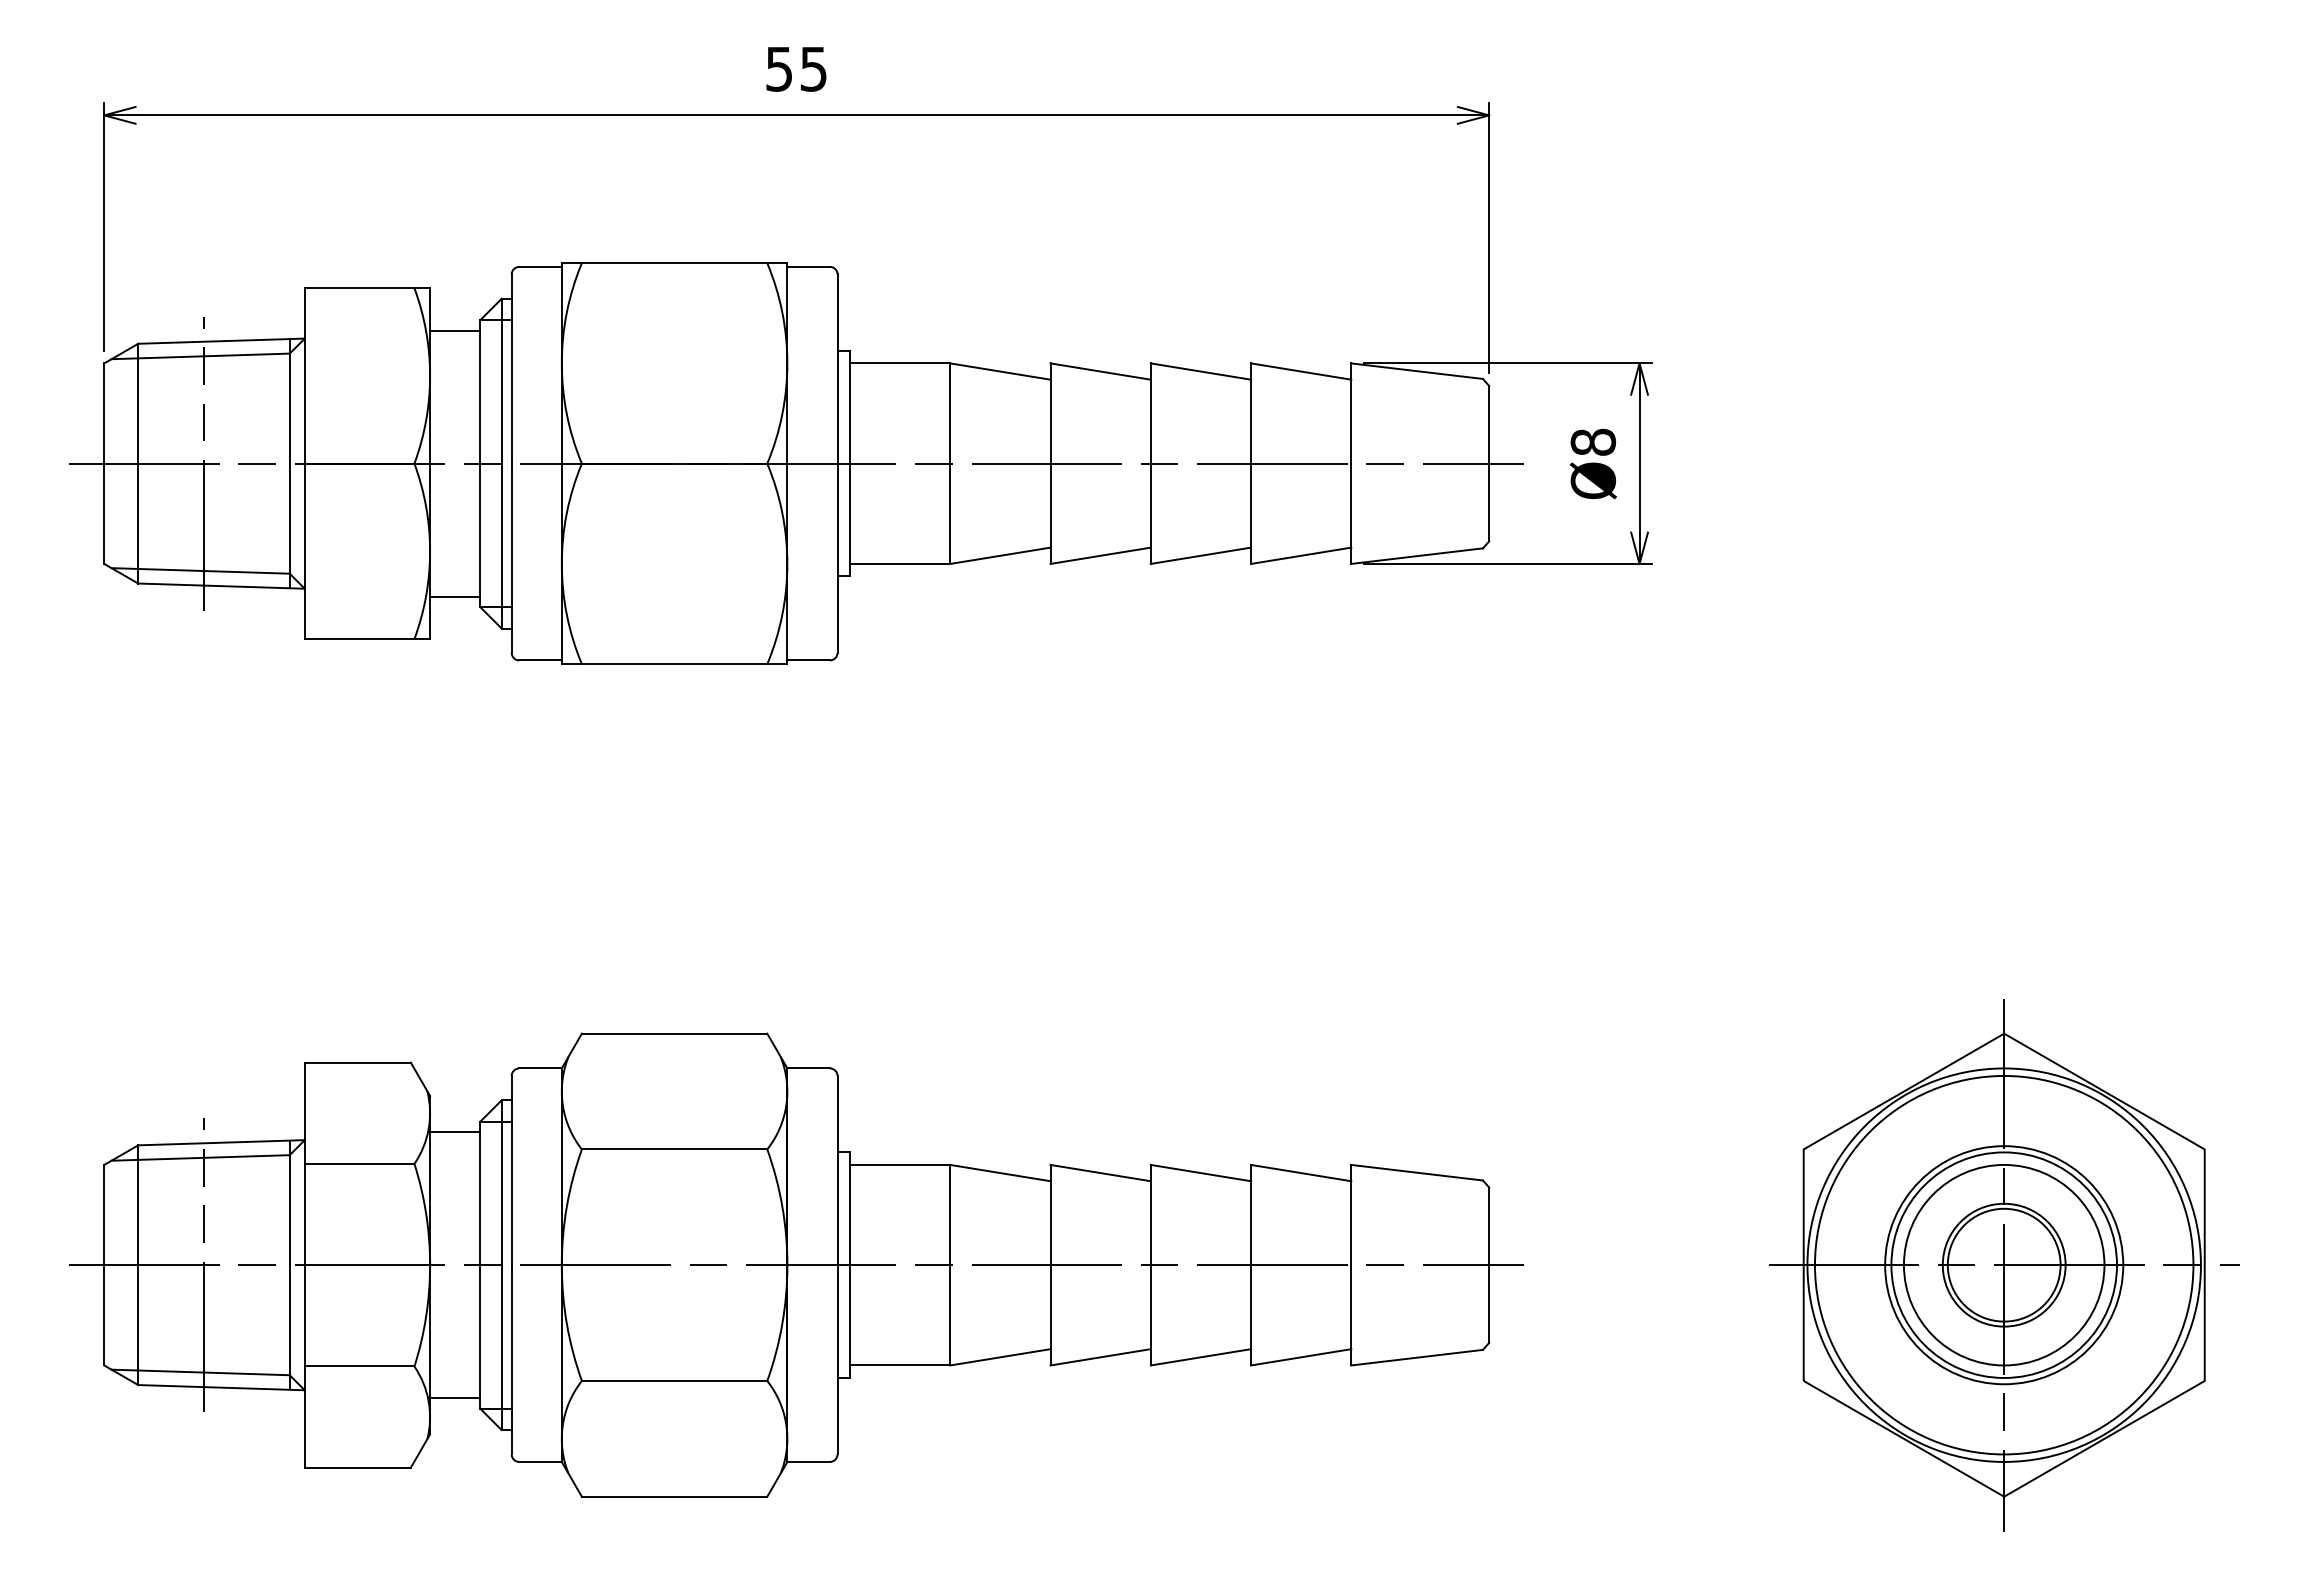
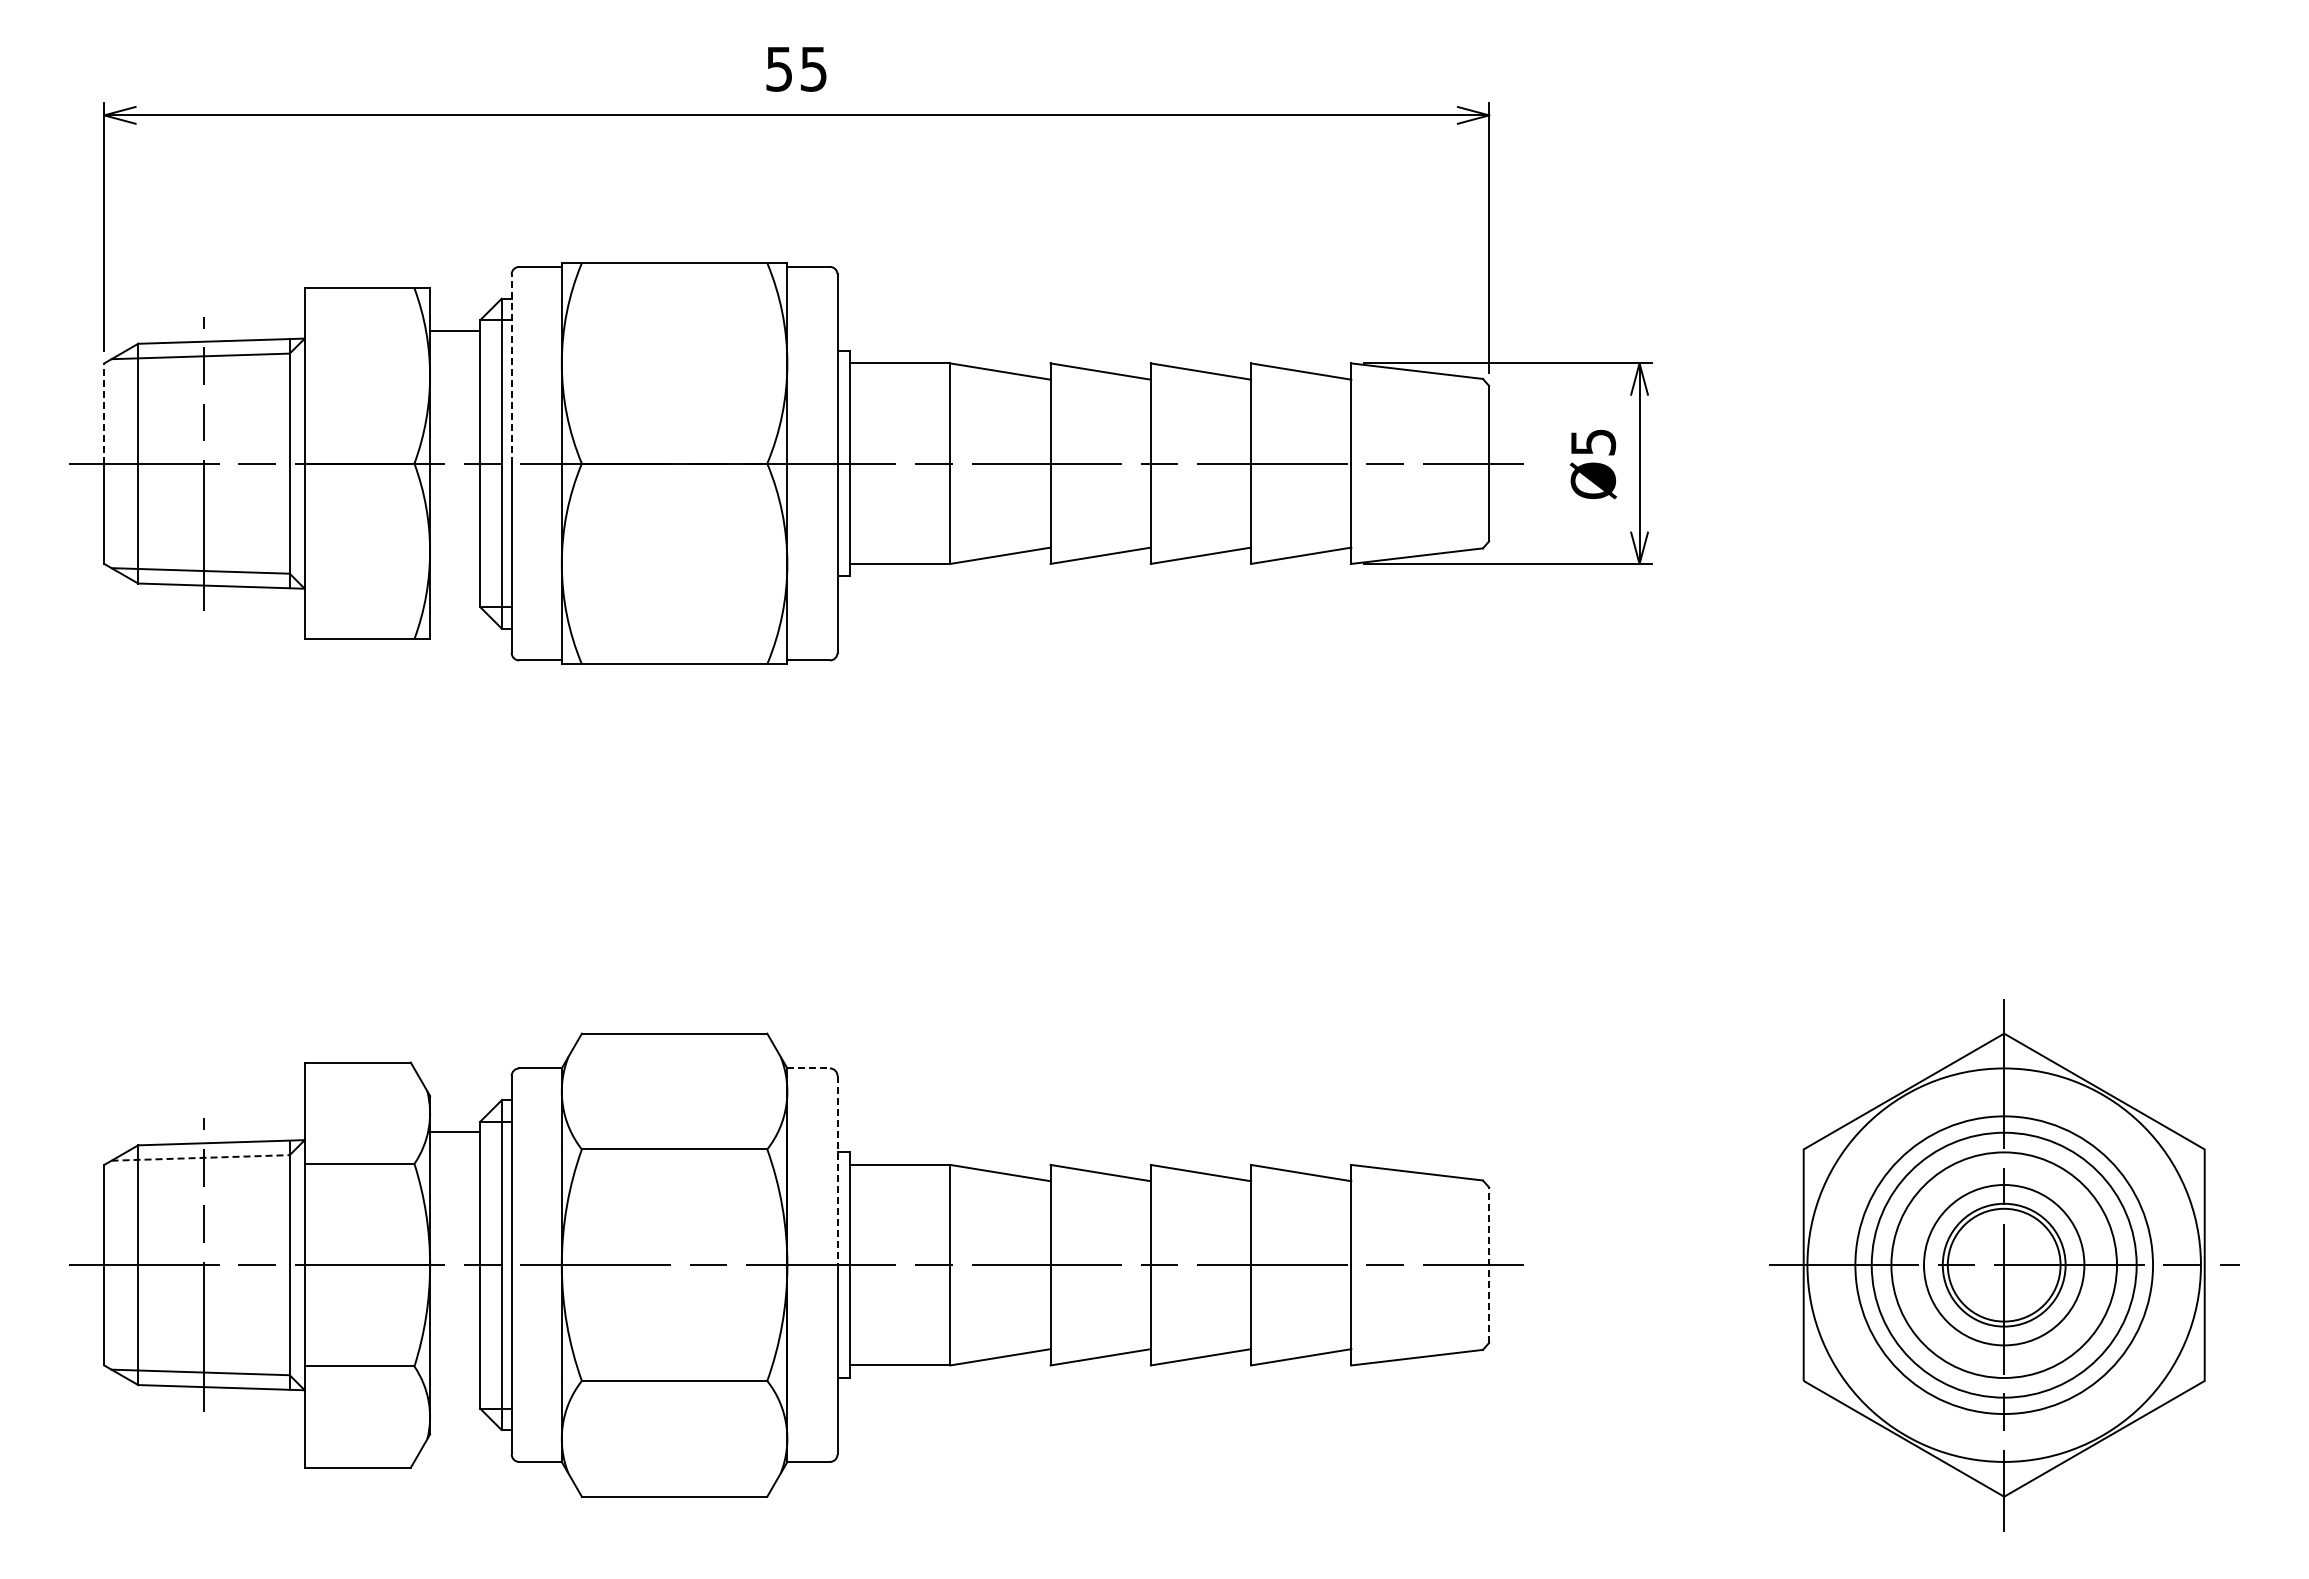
line at (511, 369): solid -> dashed
line at (104, 413): solid -> dashed
text at (1593, 441): Ø8 -> Ø5
line at (455, 596): present -> none
line at (809, 1068): solid -> dashed
line at (201, 1157): solid -> dashed
line at (837, 1170): solid -> dashed
circle at (2003, 1264) diameter: 201 px -> 160 px
circle at (2003, 1264) diameter: 378 px -> 265 px
line at (1489, 1265): solid -> dashed
circle at (2004, 1265) diameter: 238 px -> 298 px
line at (455, 1398): present -> none
